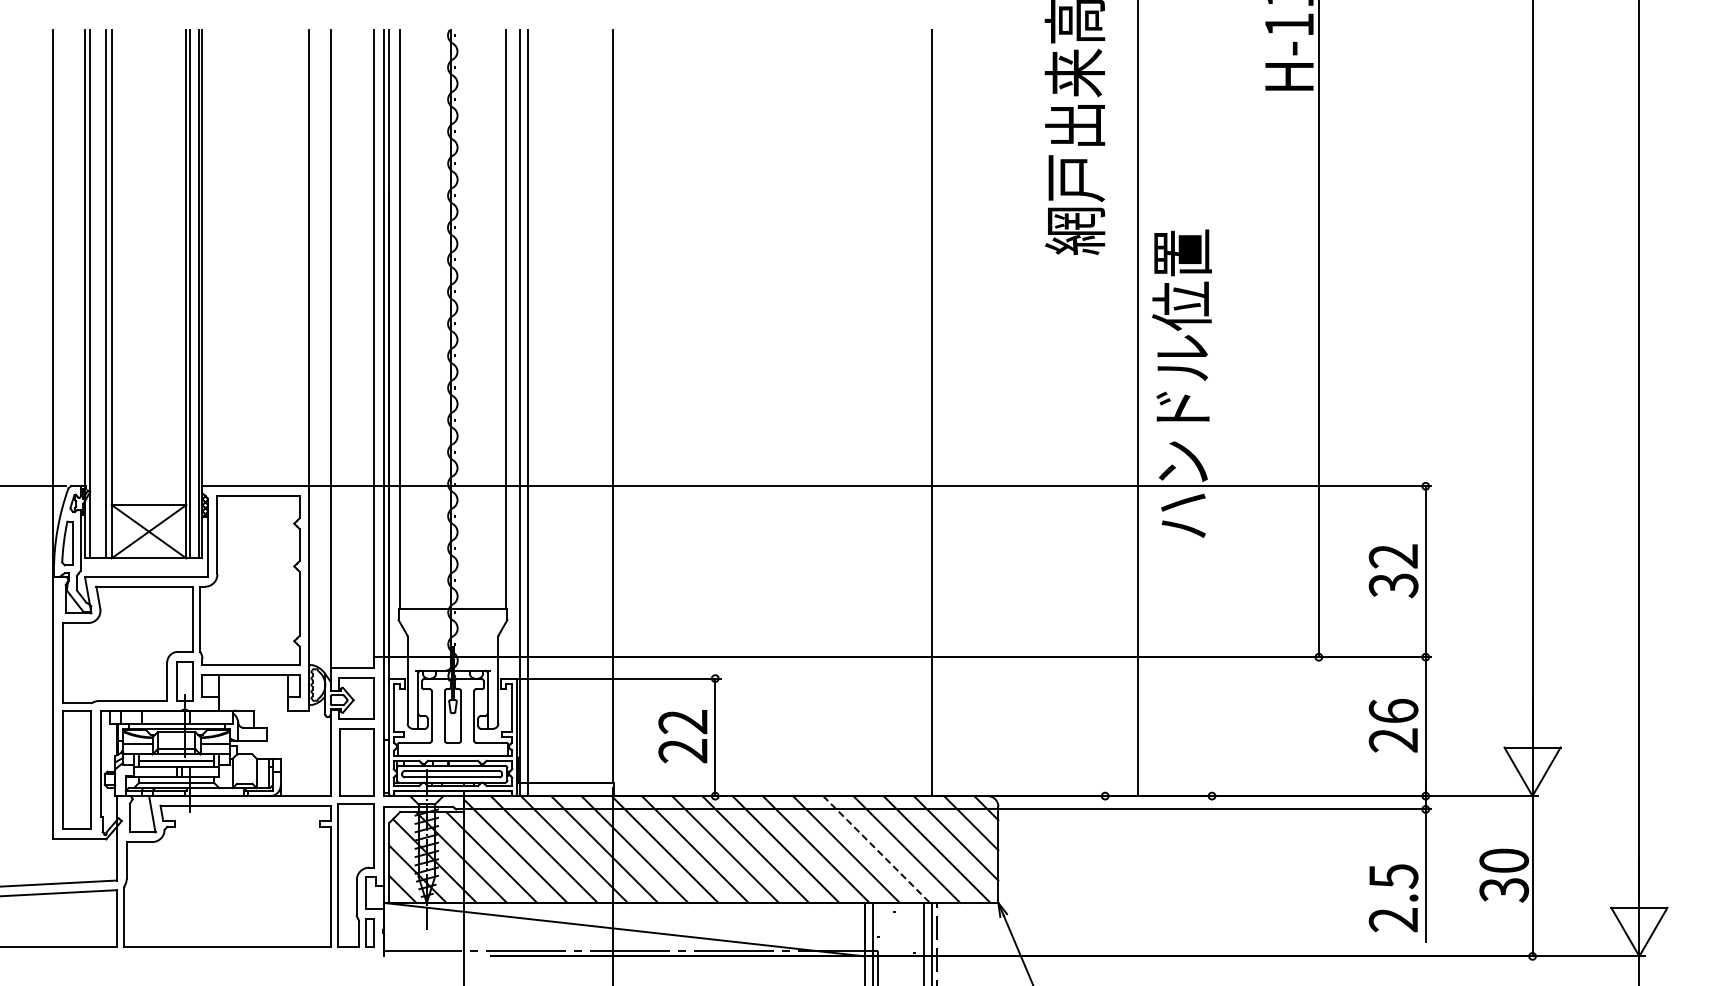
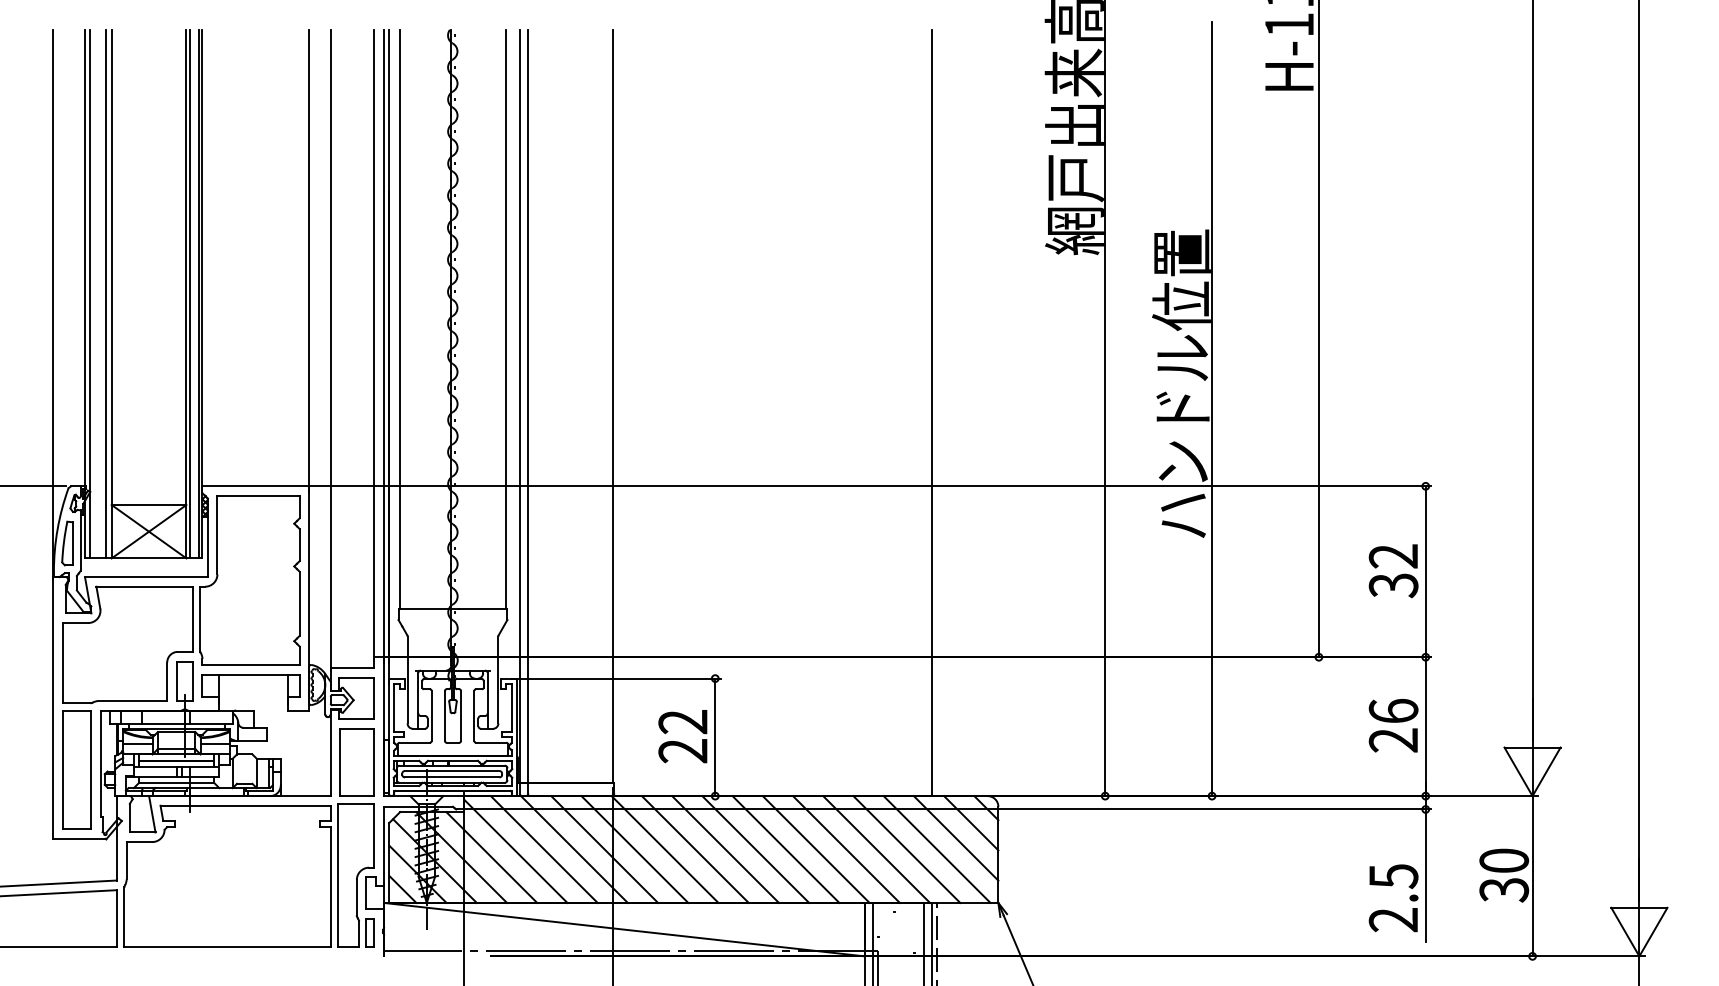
line at (1138, 399) position: (1138, 399) -> (1105, 399)
line at (1212, 408): none -> present
line at (876, 849): dashed -> solid
